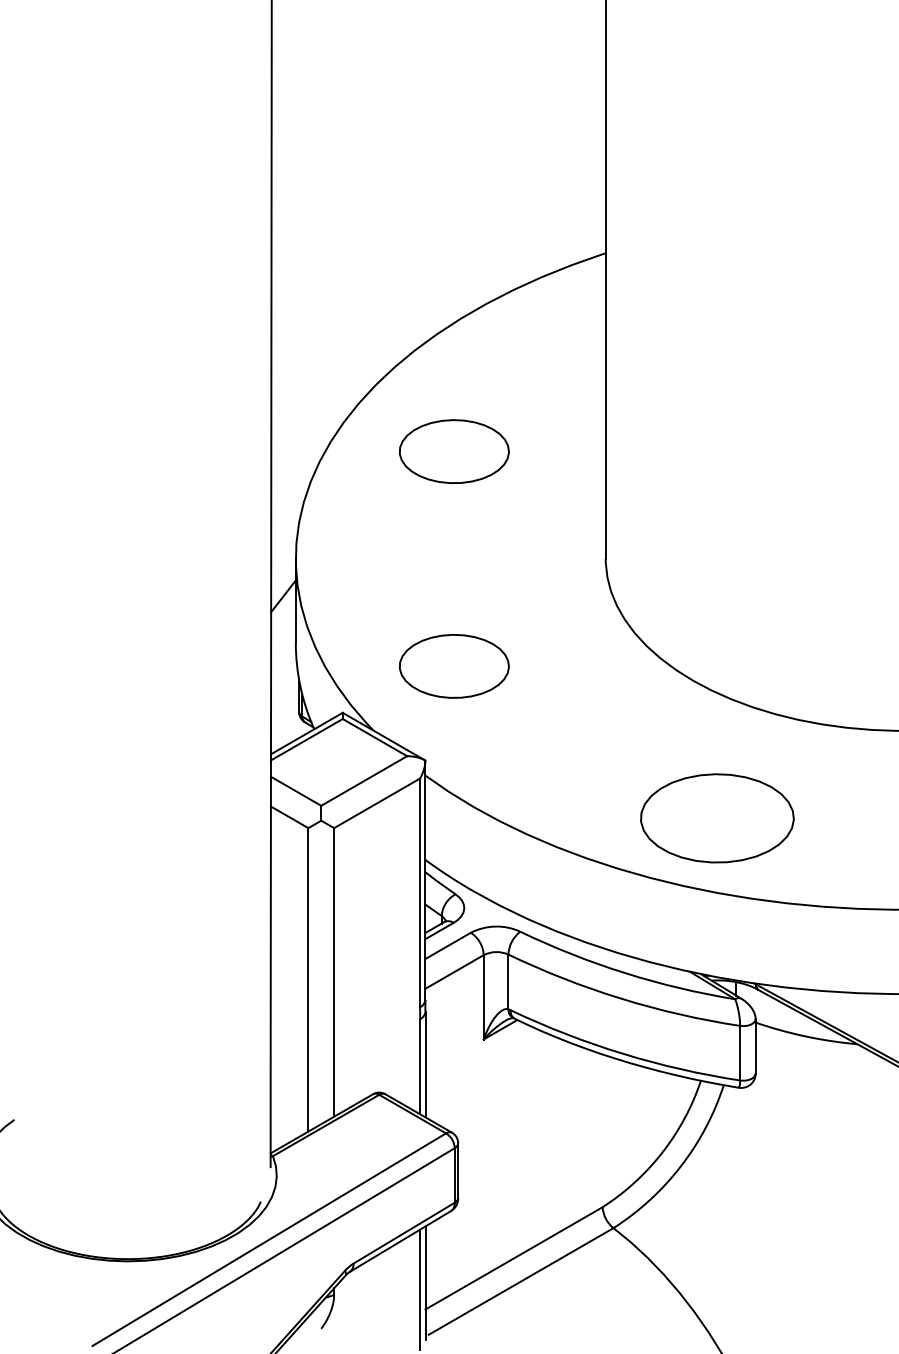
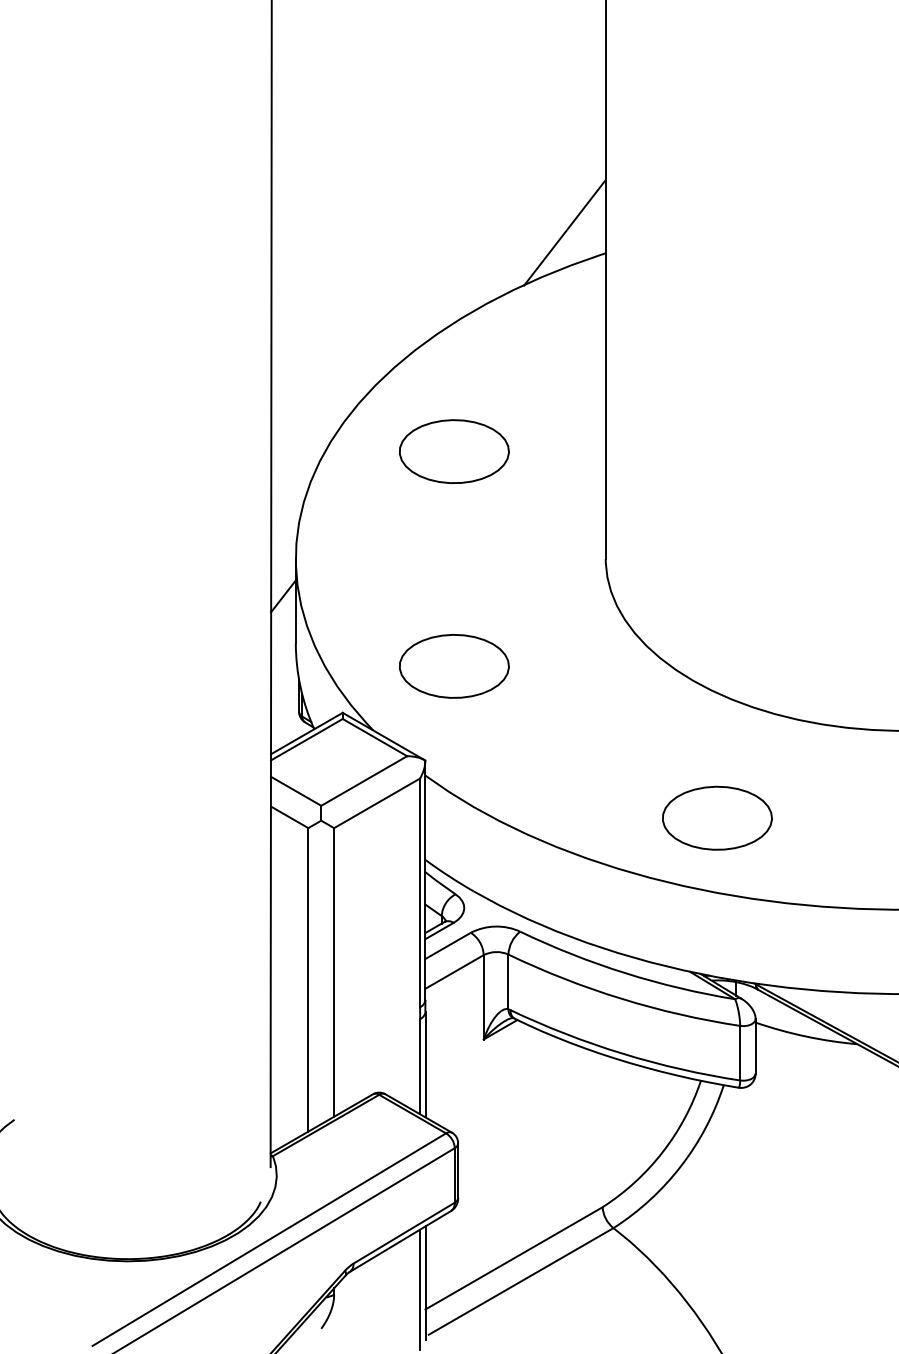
line at (564, 232): none -> present
part at (717, 818) size: 155x91 px -> 111x66 px
